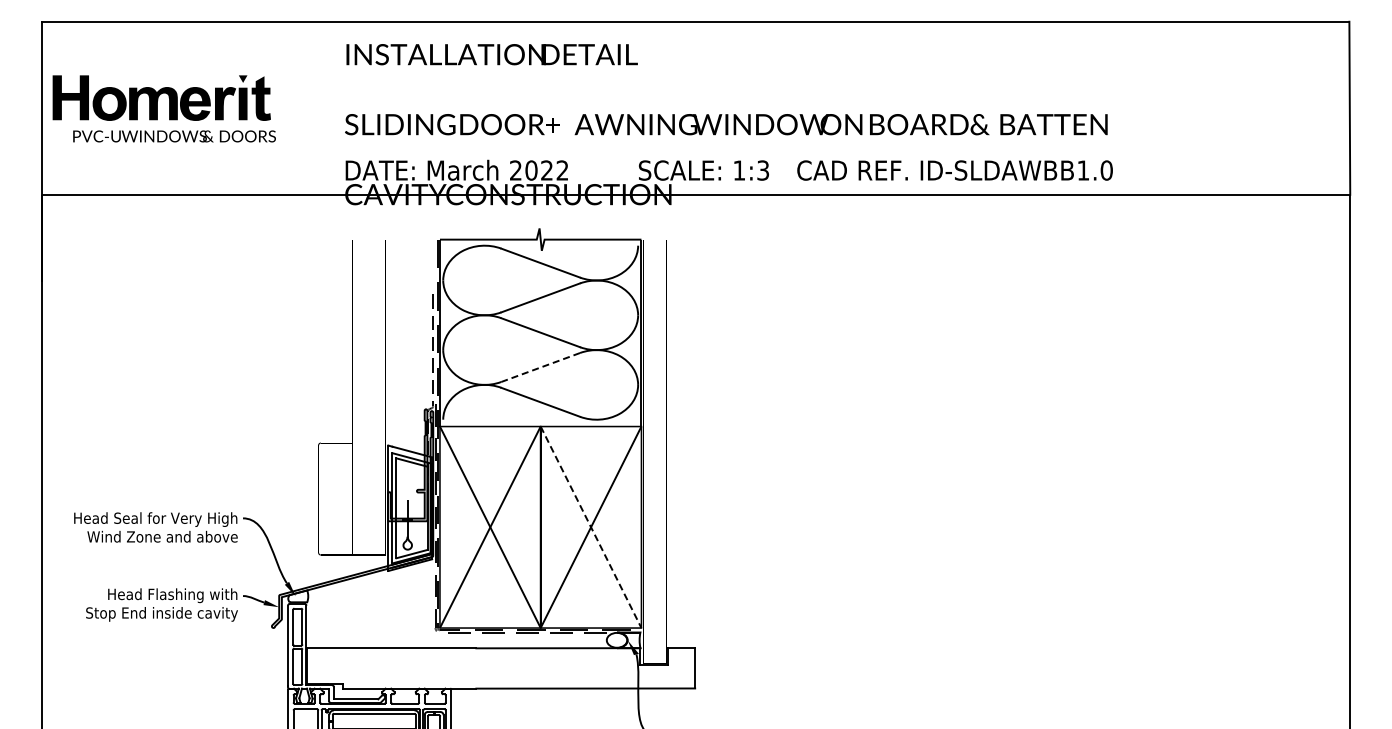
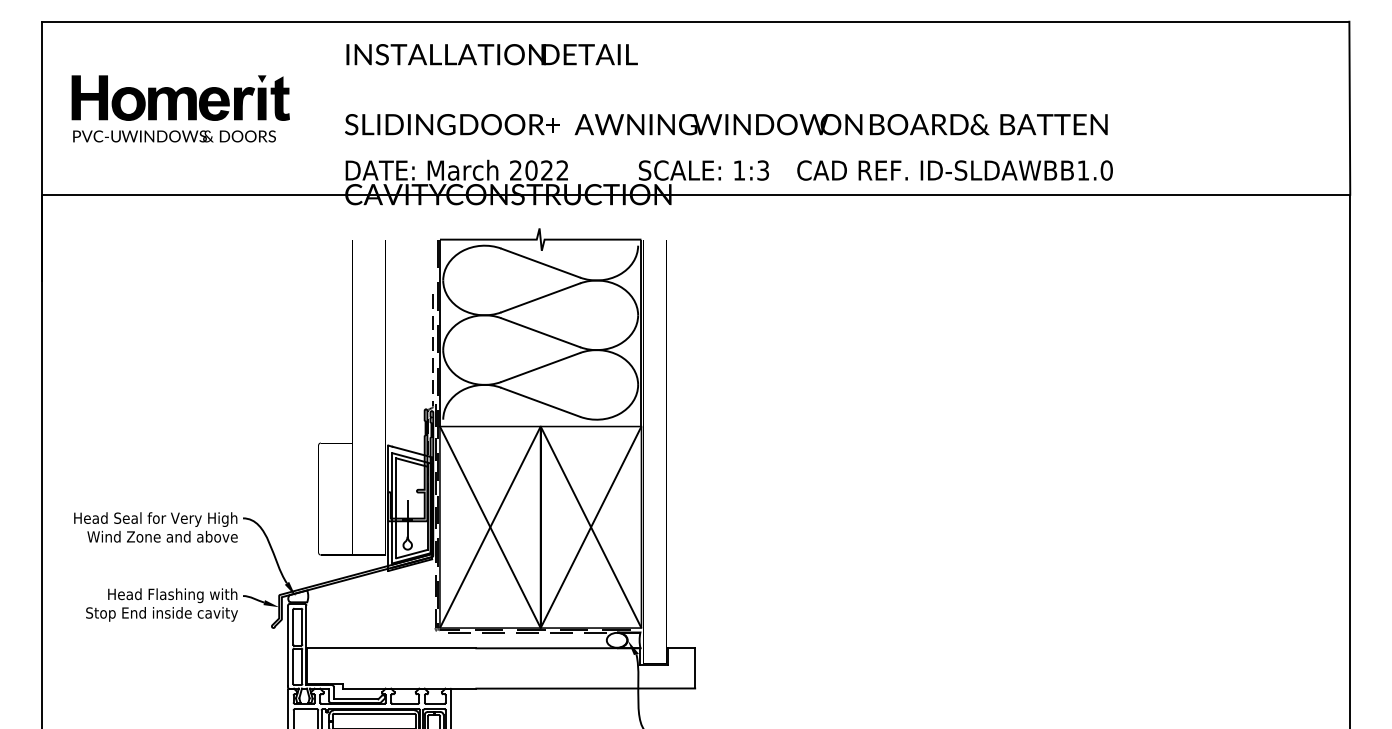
part at (161, 97) position: (161, 97) -> (180, 97)
line at (540, 367): dashed -> solid
line at (591, 527): dashed -> solid
